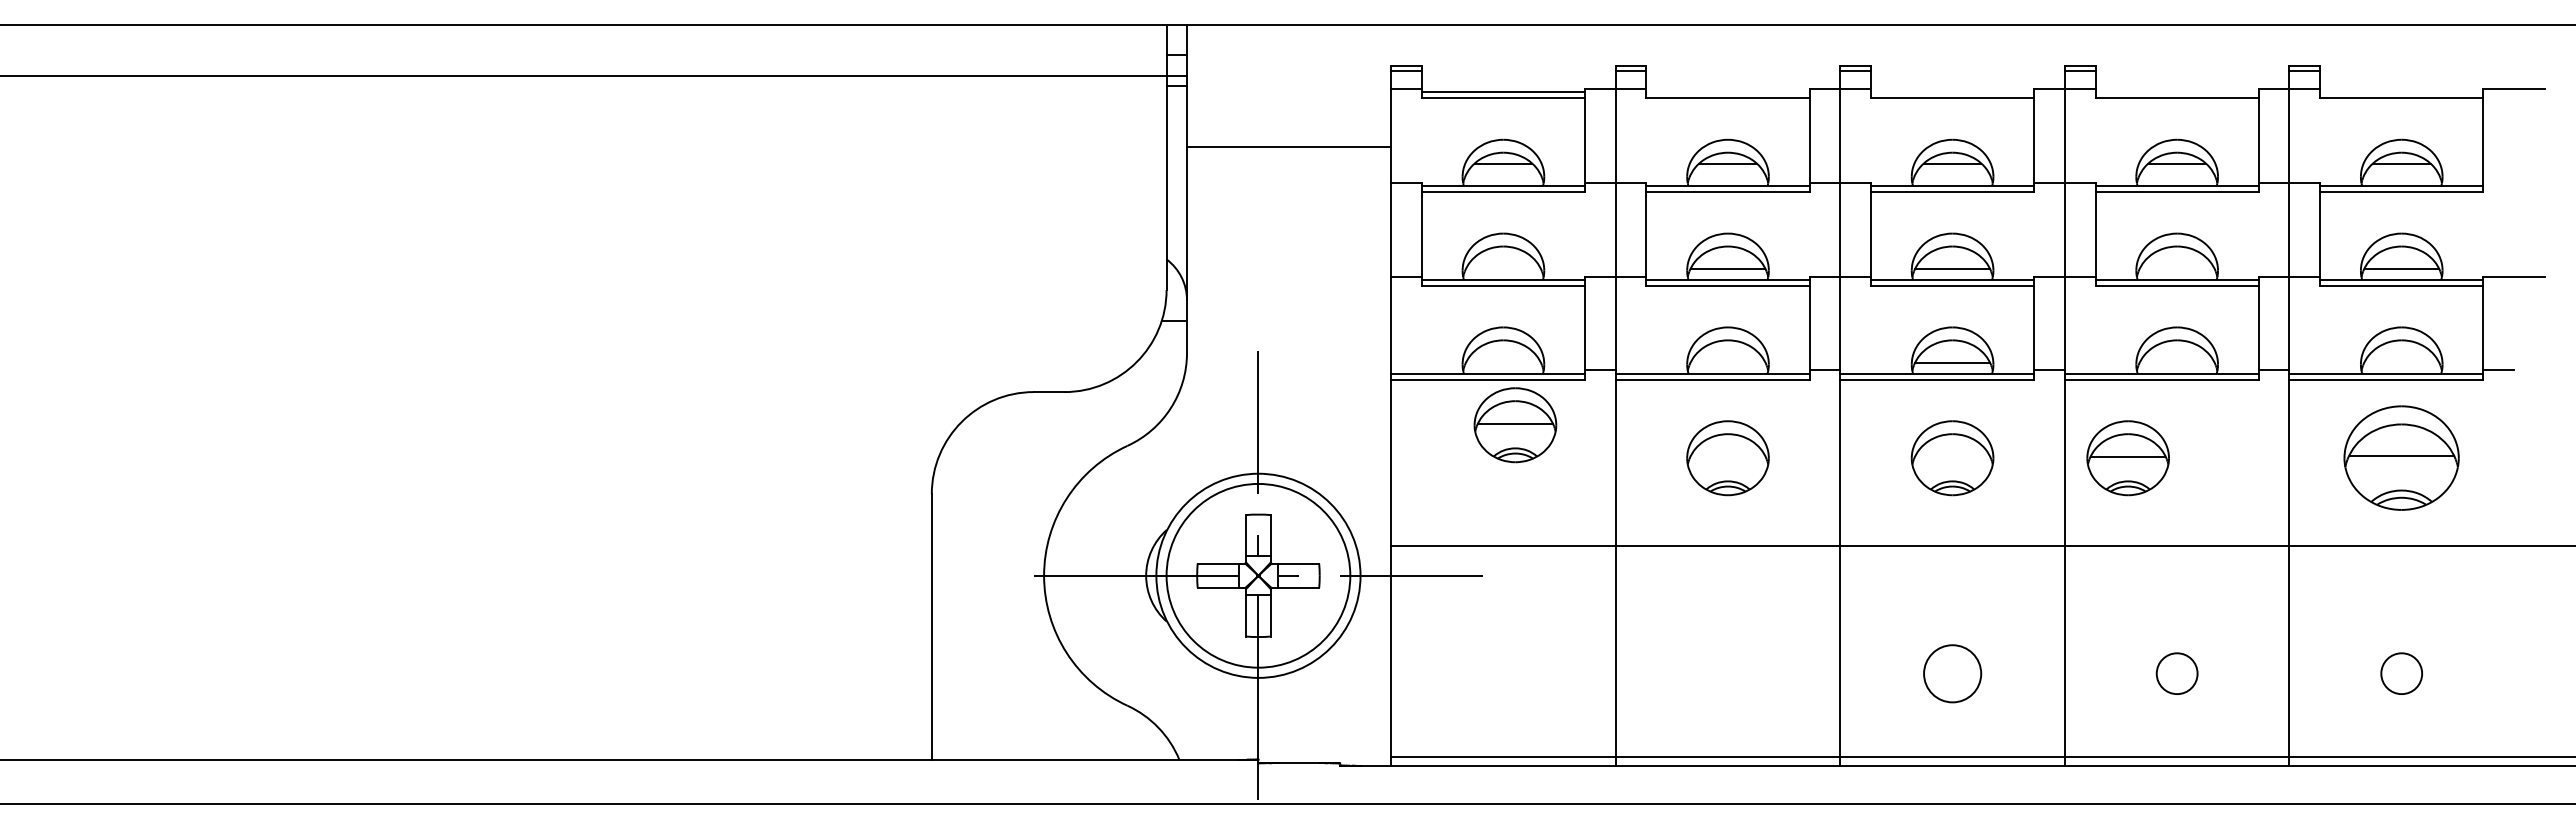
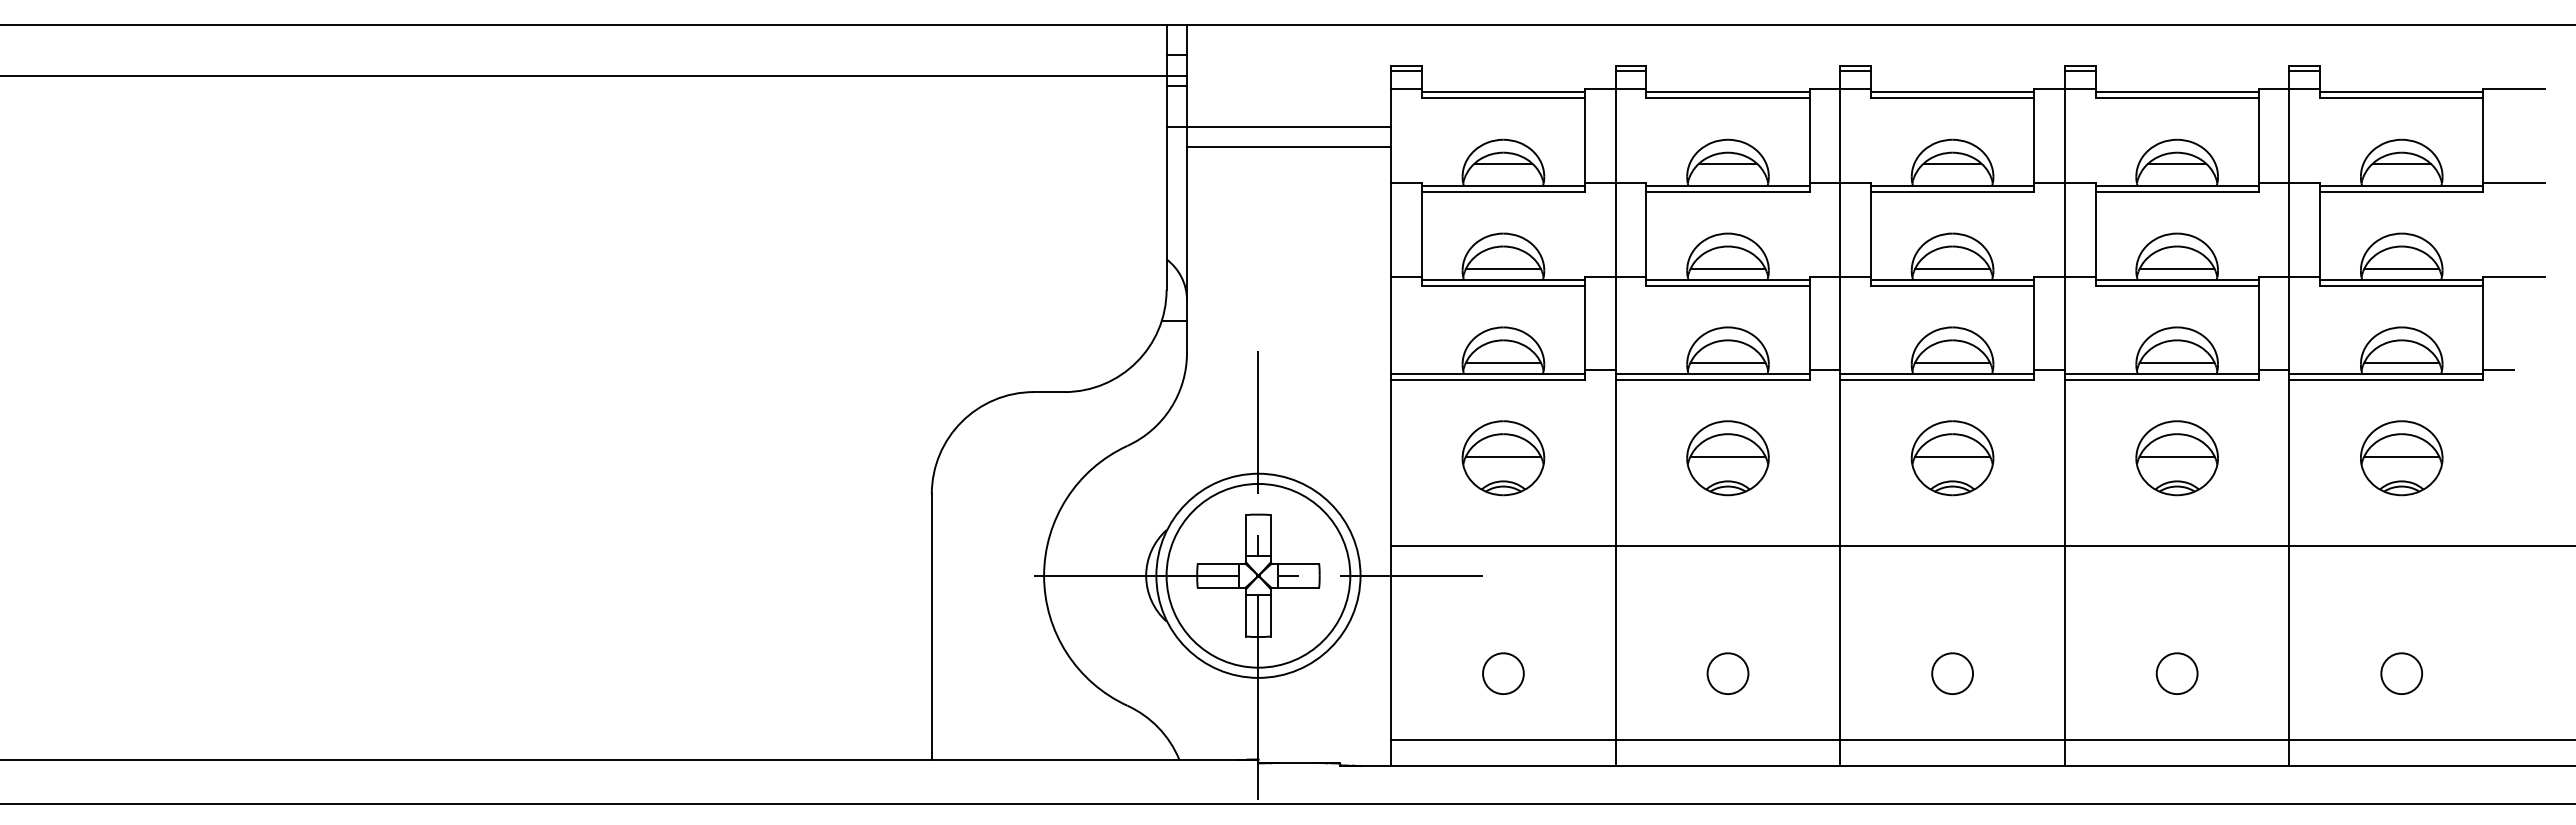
line at (1727, 92): none -> present
line at (1952, 92): none -> present
line at (2176, 92): none -> present
line at (2401, 92): none -> present
line at (1278, 126): none -> present
line at (2513, 182): none -> present
line at (1503, 268): none -> present
line at (2177, 268): none -> present
line at (1503, 362): none -> present
line at (1727, 362): none -> present
line at (2177, 362): none -> present
line at (2401, 362): none -> present
part at (1515, 425) position: (1515, 425) -> (1503, 458)
line at (1727, 456): none -> present
line at (1952, 456): none -> present
part at (2401, 457) size: 117x106 px -> 84x77 px
part at (2127, 458) position: (2127, 458) -> (2176, 458)
circle at (1503, 673): none -> present
circle at (1727, 673): none -> present
circle at (1952, 673) size: 60x60 px -> 43x43 px
line at (1981, 757) position: (1981, 757) -> (1981, 740)
